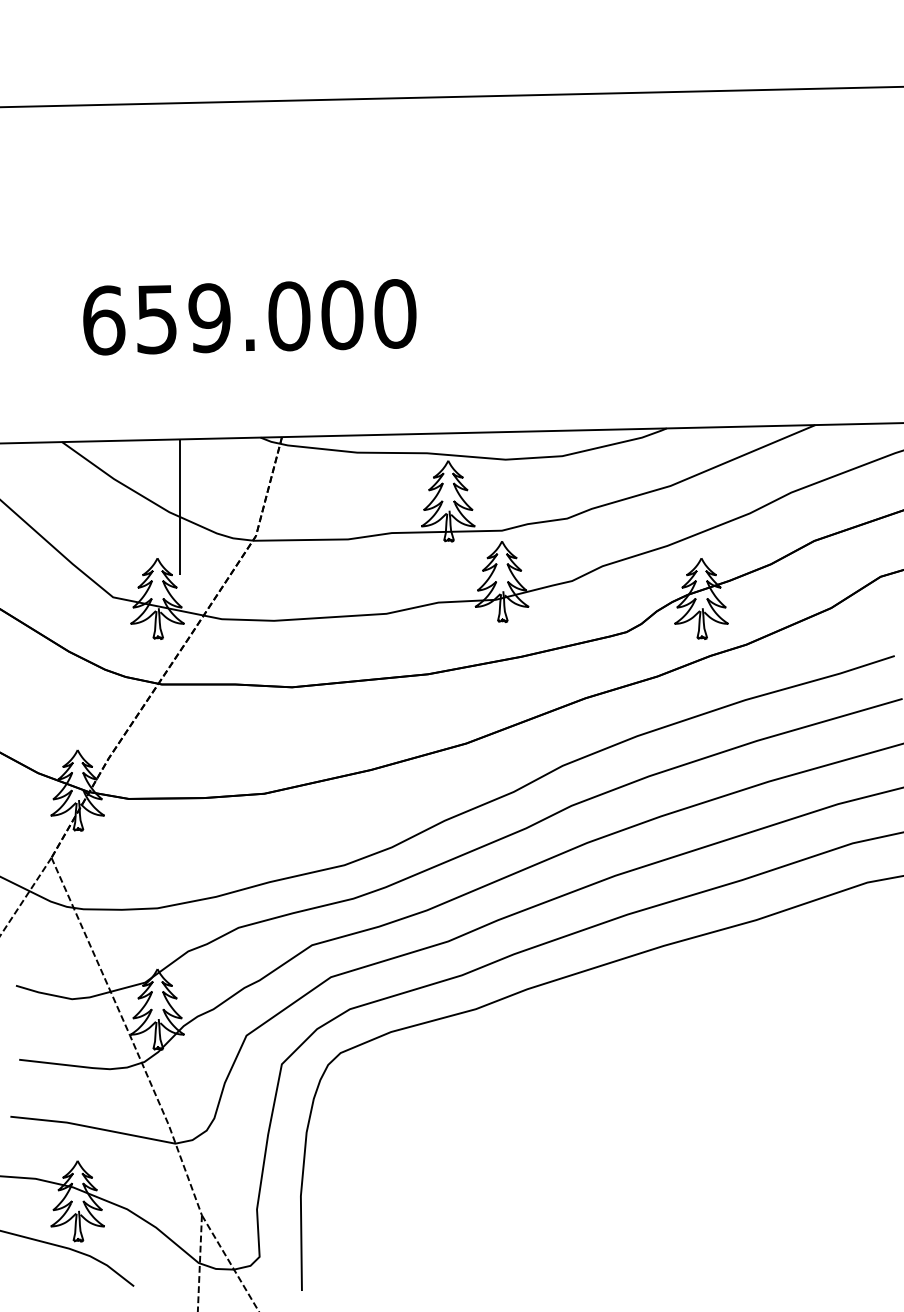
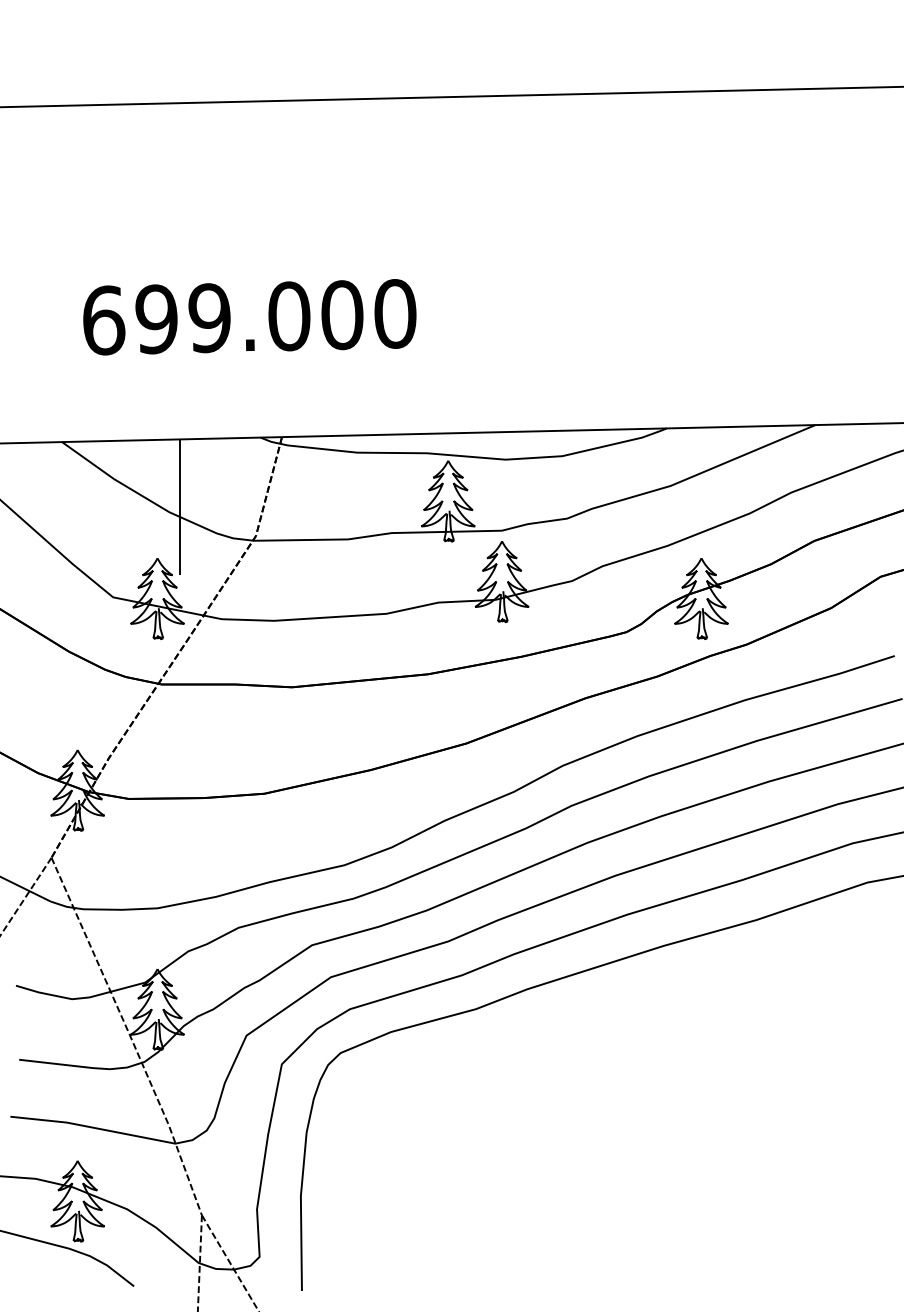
text at (156, 319): 659.000 -> 699.000
